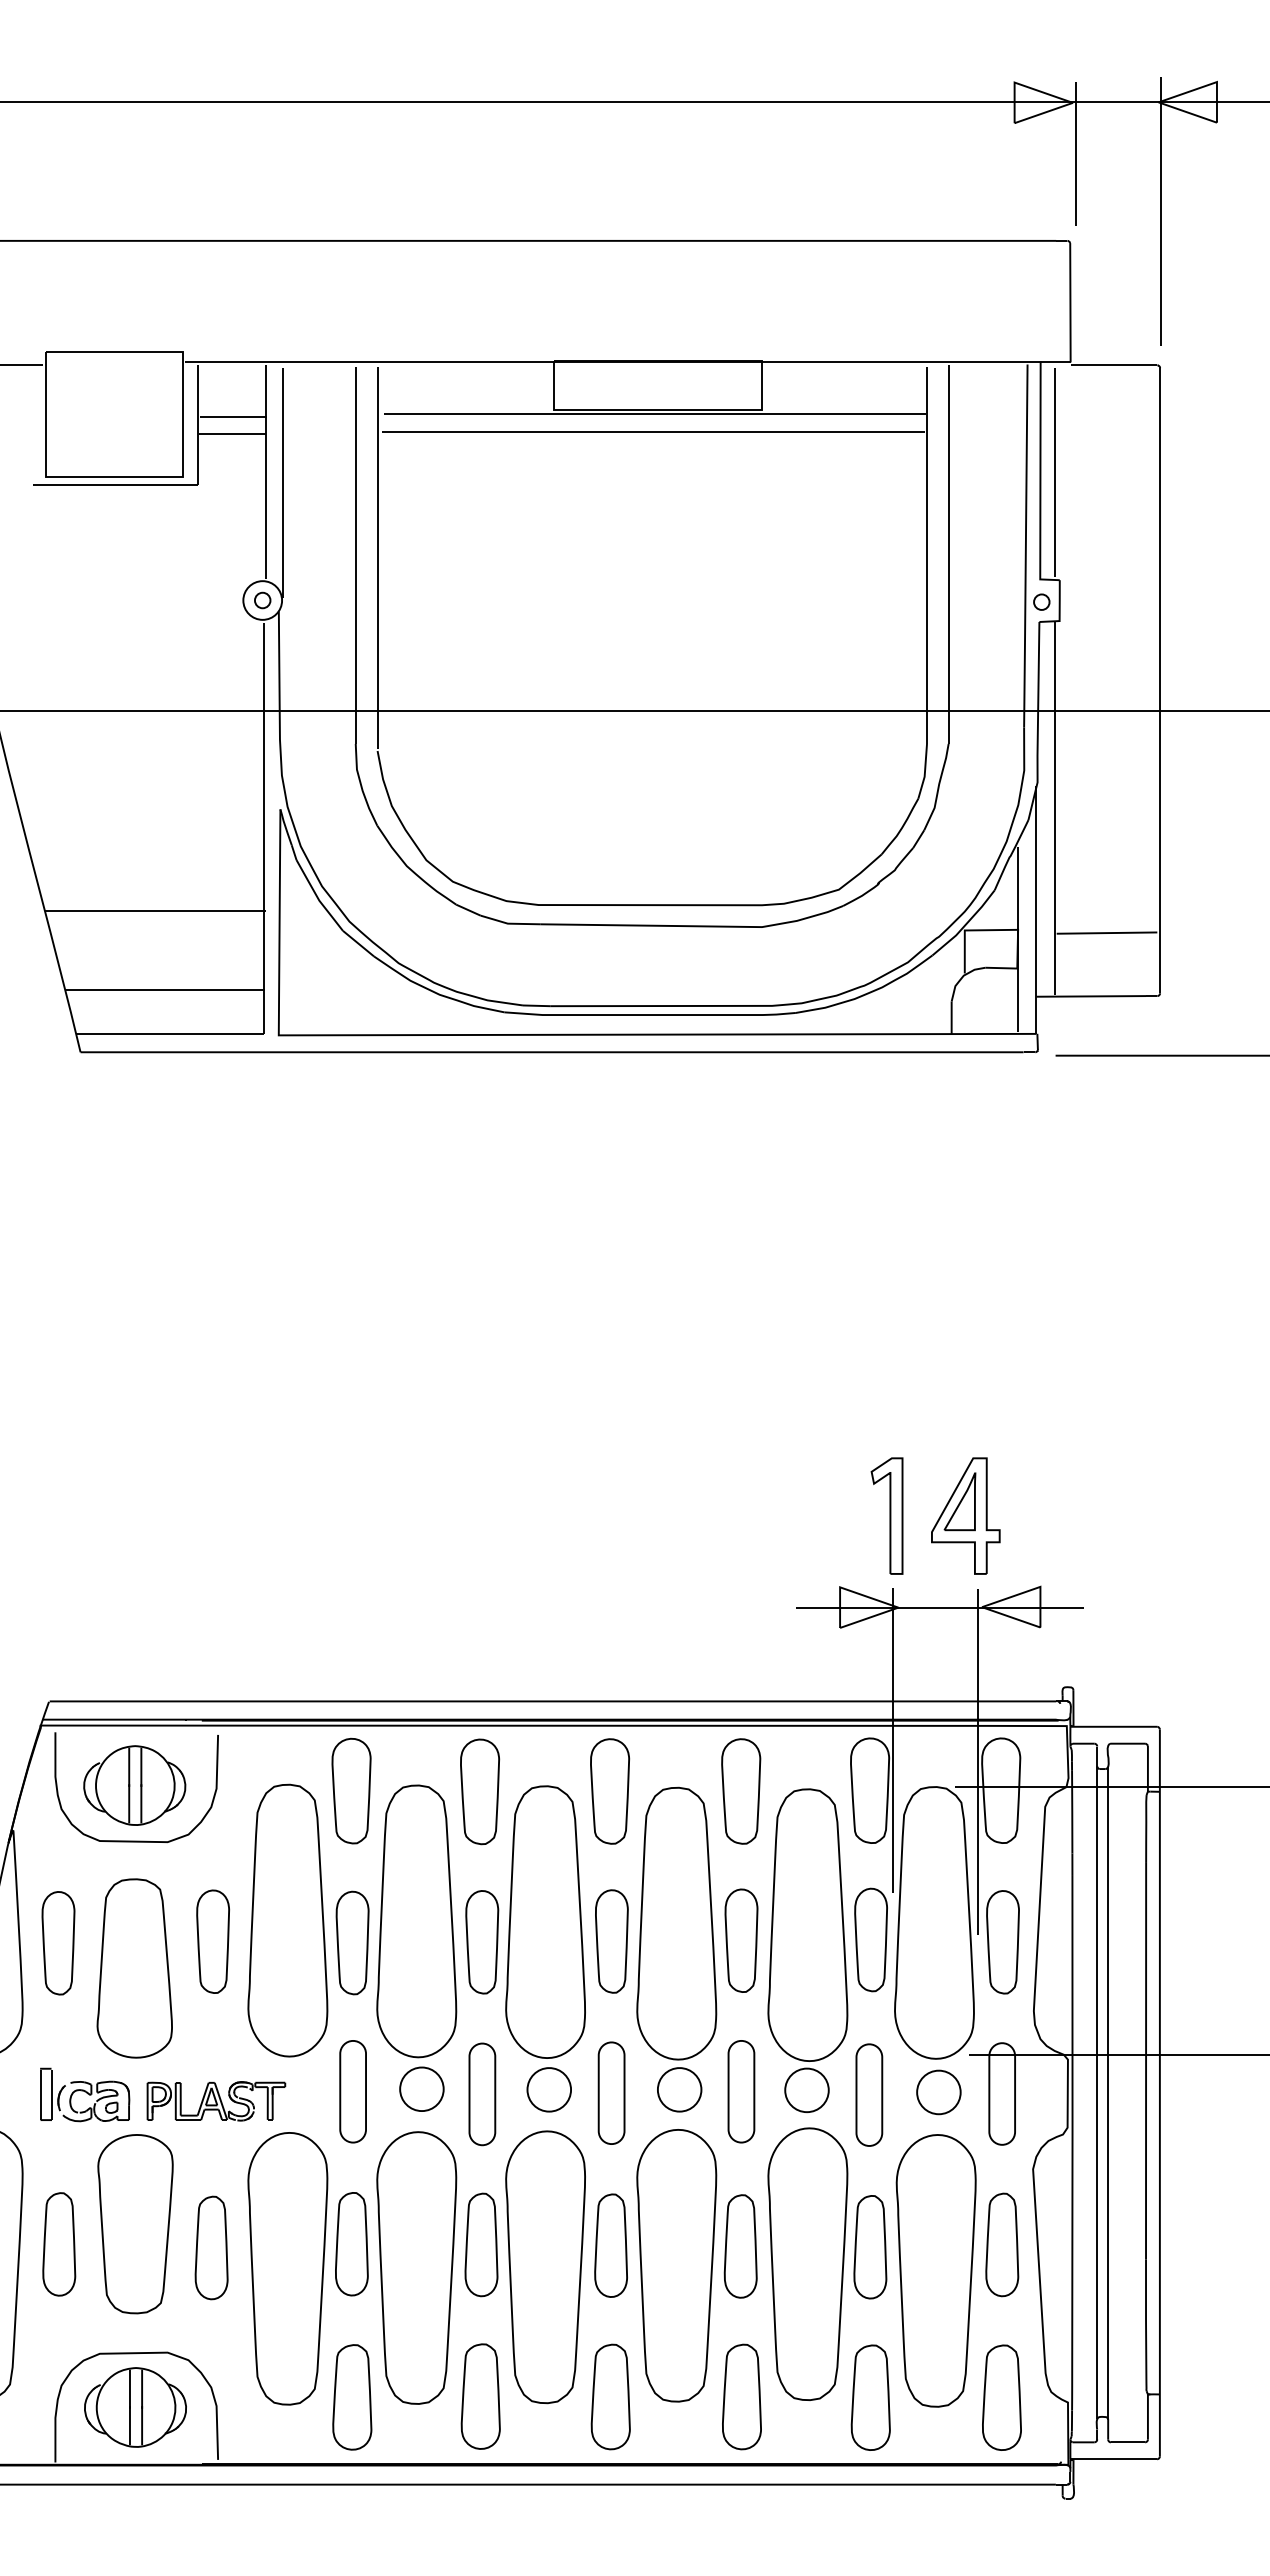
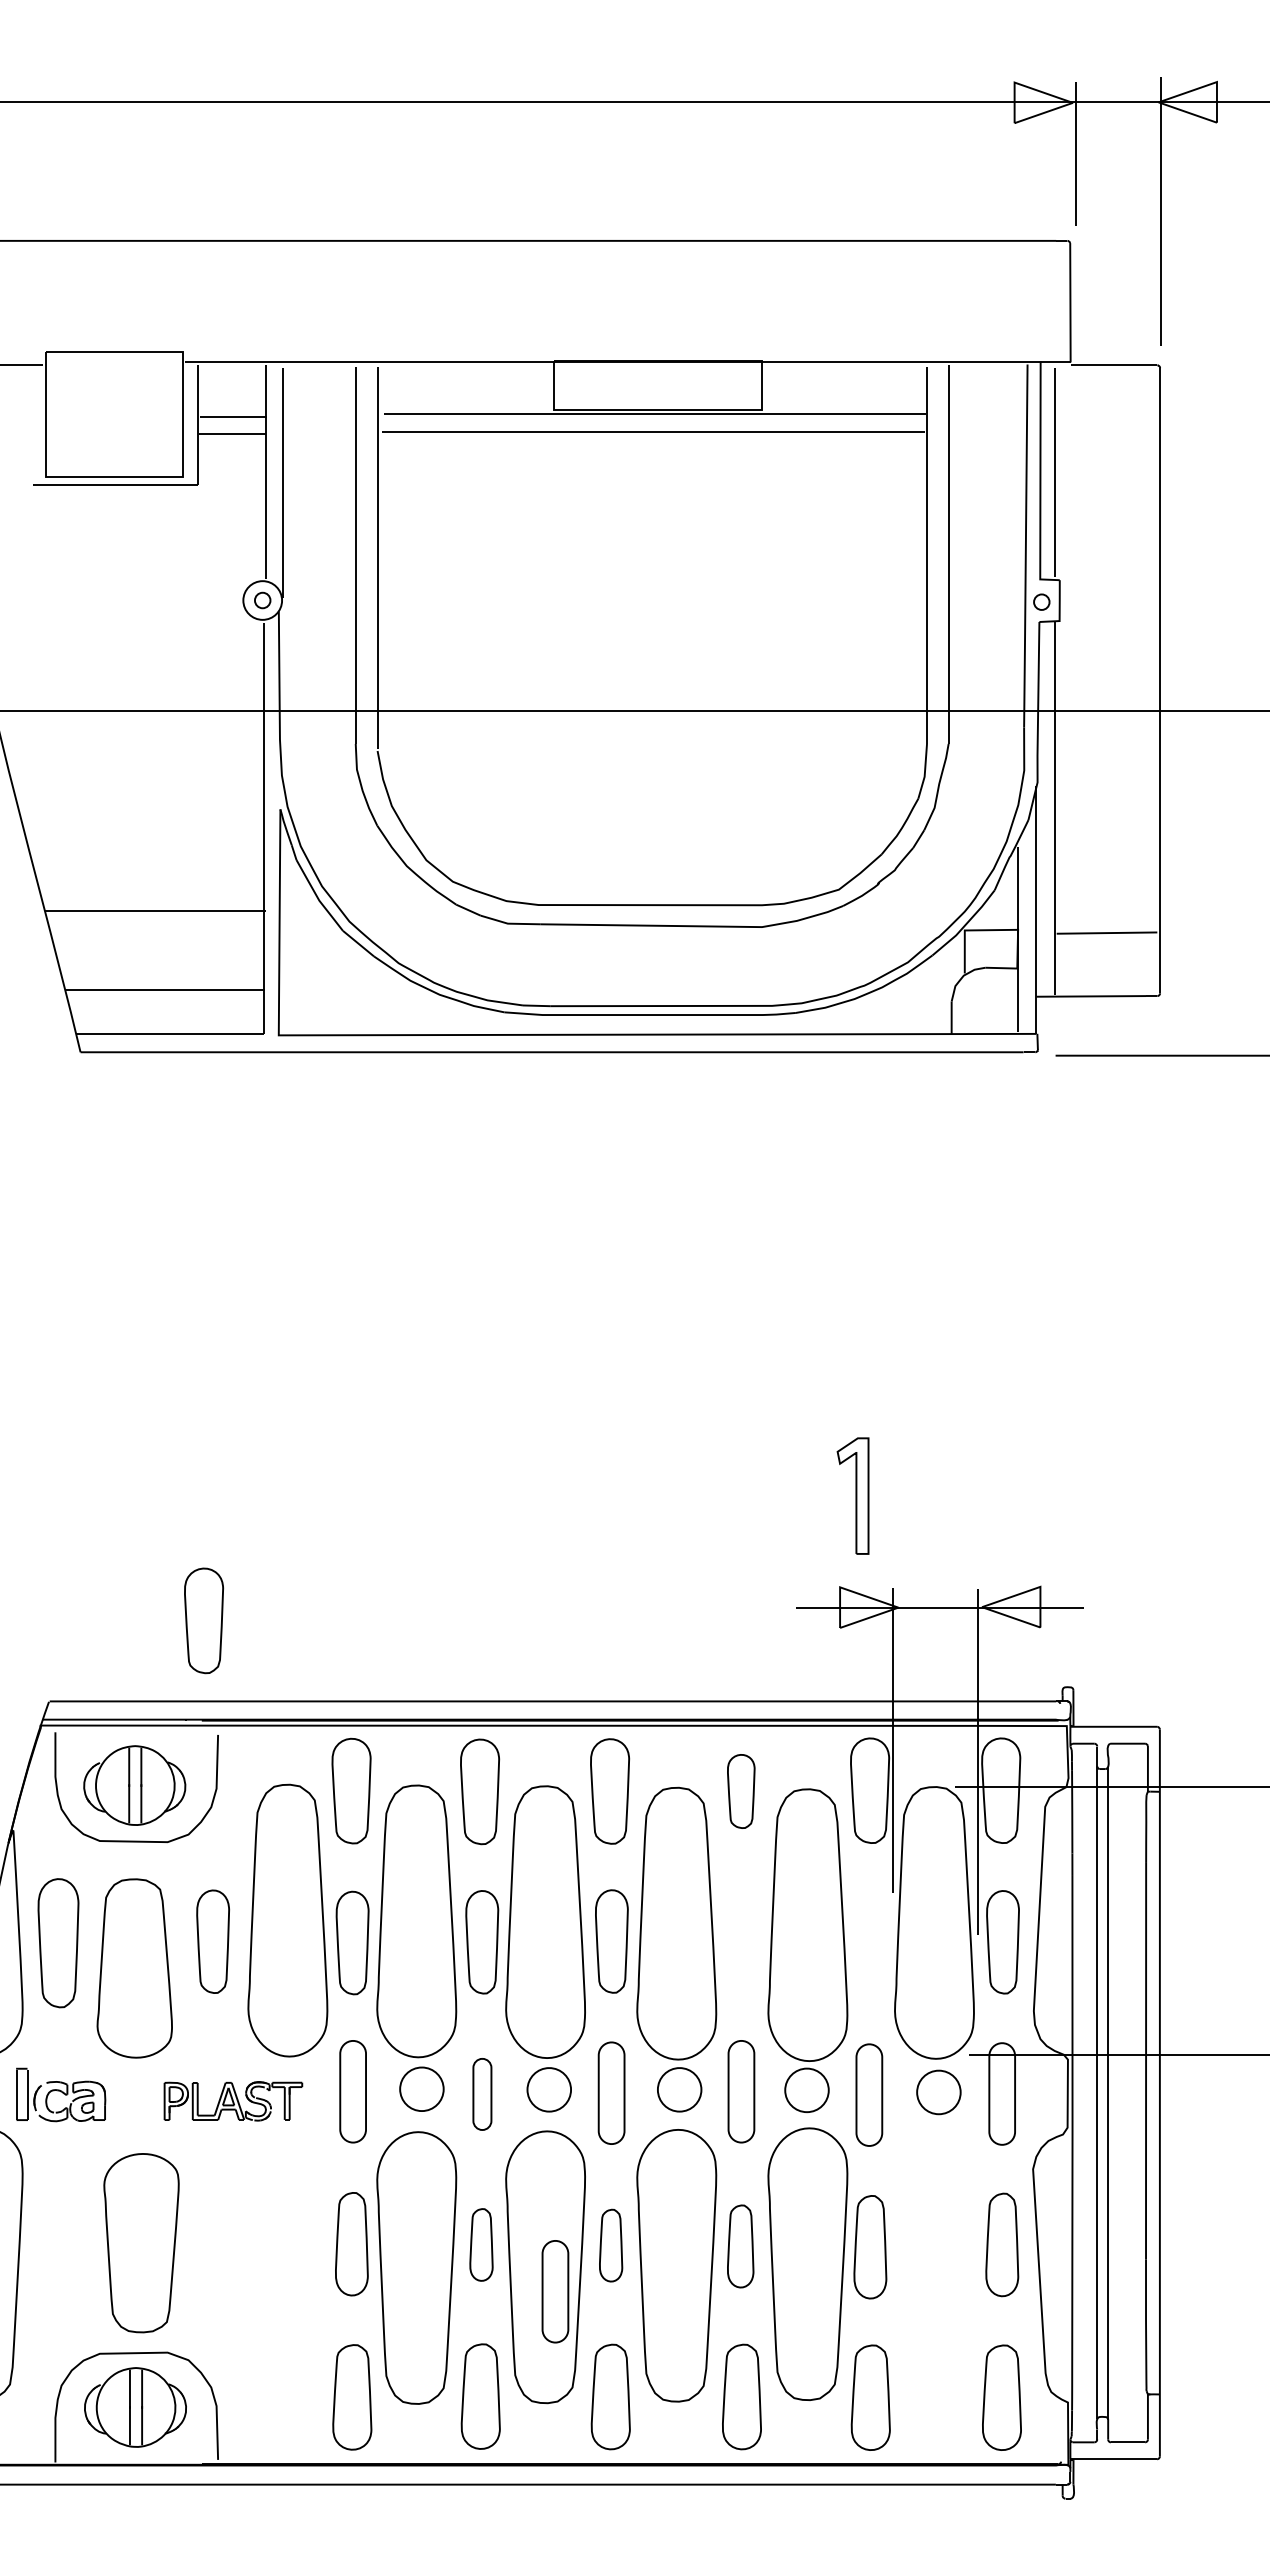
part at (886, 1515) position: (886, 1515) -> (852, 1495)
part at (965, 1515): present -> none
part at (204, 1620): none -> present
part at (741, 1791) size: 41x107 px -> 29x75 px
part at (870, 1939): present -> none
part at (741, 1940): present -> none
part at (58, 1943) size: 35x105 px -> 43x131 px
part at (85, 2094) position: (85, 2094) -> (61, 2094)
part at (482, 2094) size: 29x105 px -> 21x73 px
part at (216, 2101) position: (216, 2101) -> (233, 2101)
part at (135, 2224) position: (135, 2224) -> (141, 2243)
part at (59, 2244): present -> none
part at (481, 2244) size: 35x106 px -> 25x74 px
part at (610, 2245) size: 34x105 px -> 25x75 px
part at (740, 2246) size: 35x105 px -> 28x85 px
part at (211, 2247): present -> none
part at (287, 2268): present -> none
part at (935, 2270): present -> none
part at (555, 2291): none -> present
